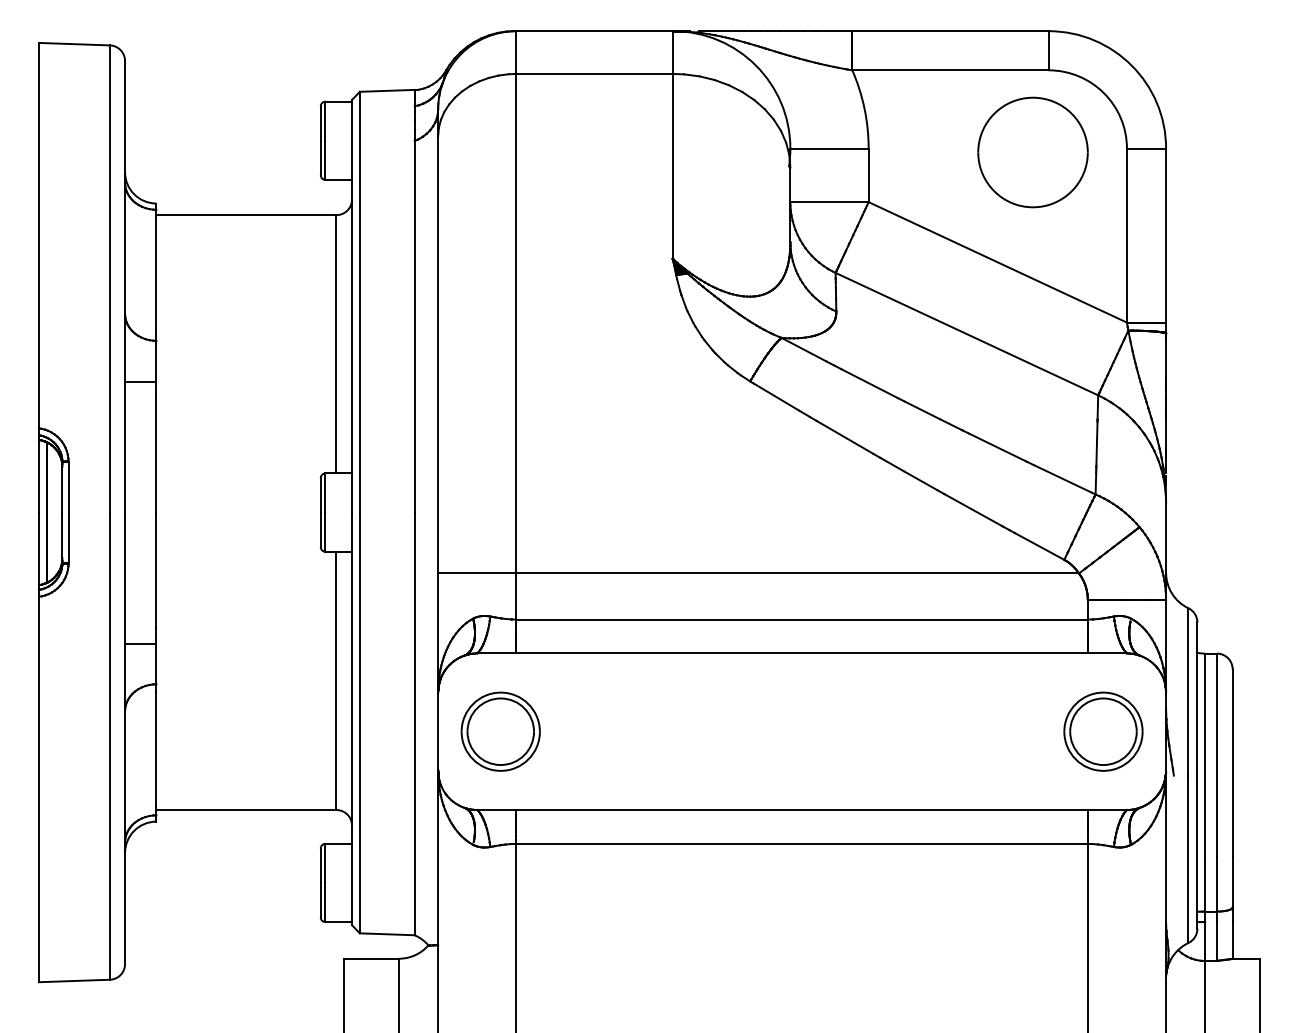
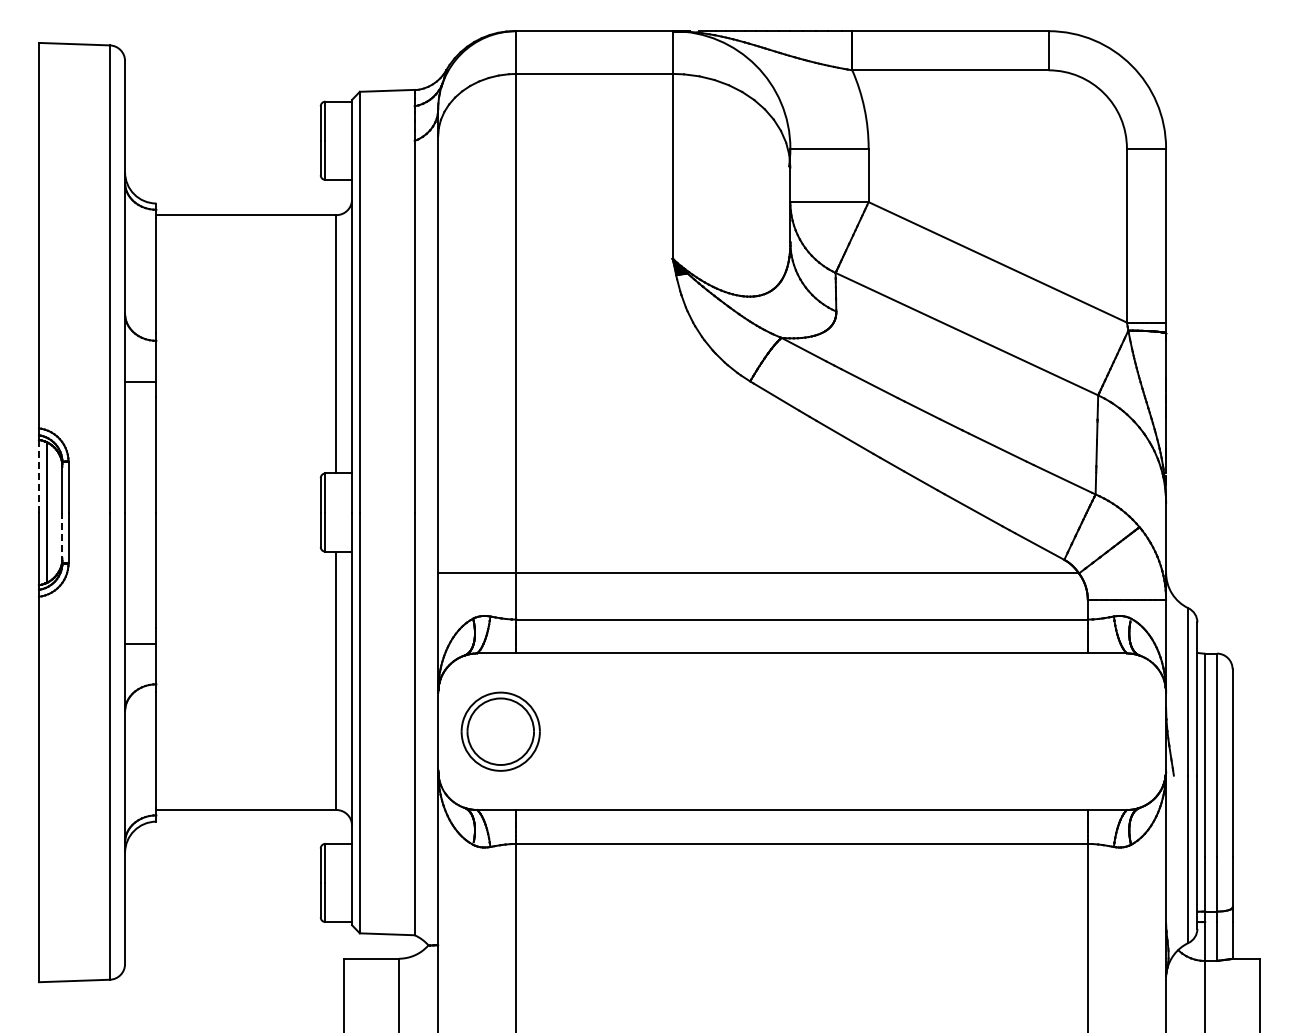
part at (1032, 152): present -> none
line at (38, 475): solid -> dashed
line at (62, 537): solid -> dashed
part at (1103, 731): present -> none
